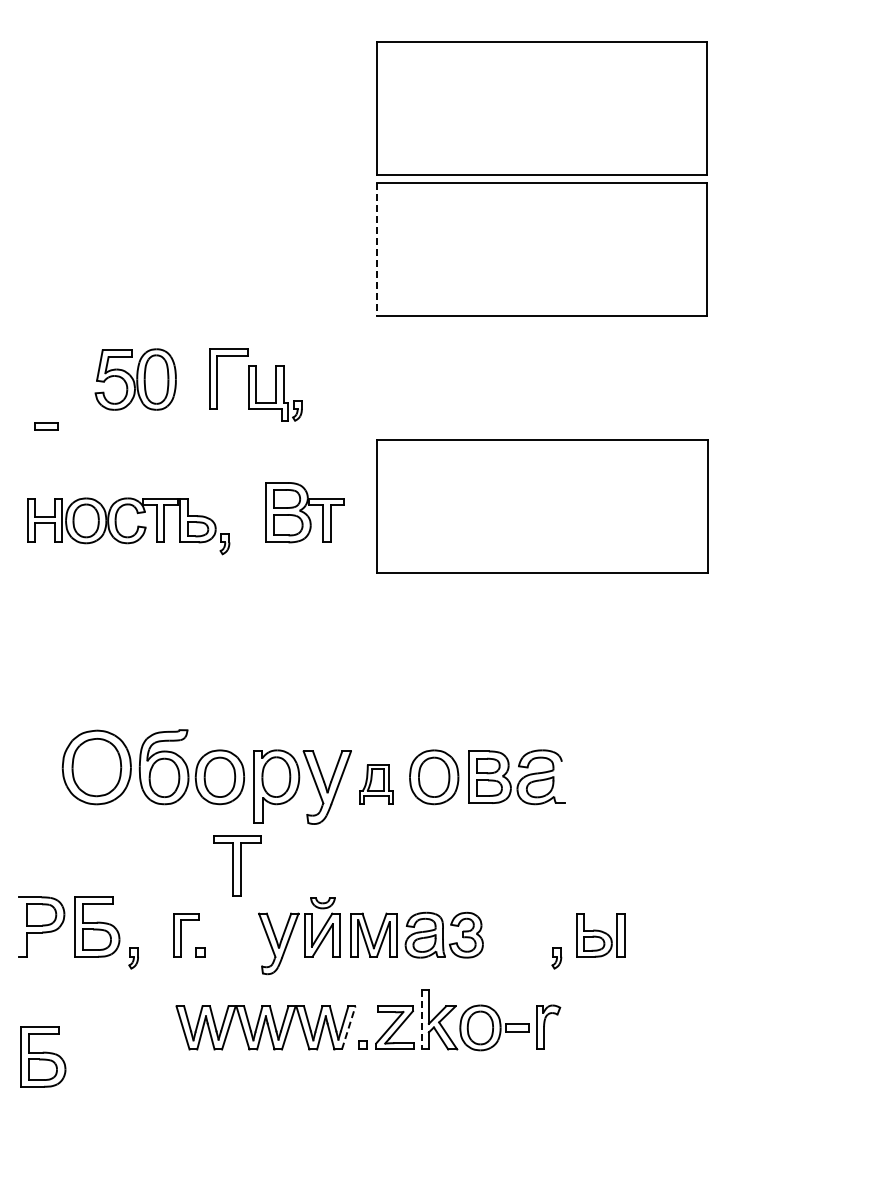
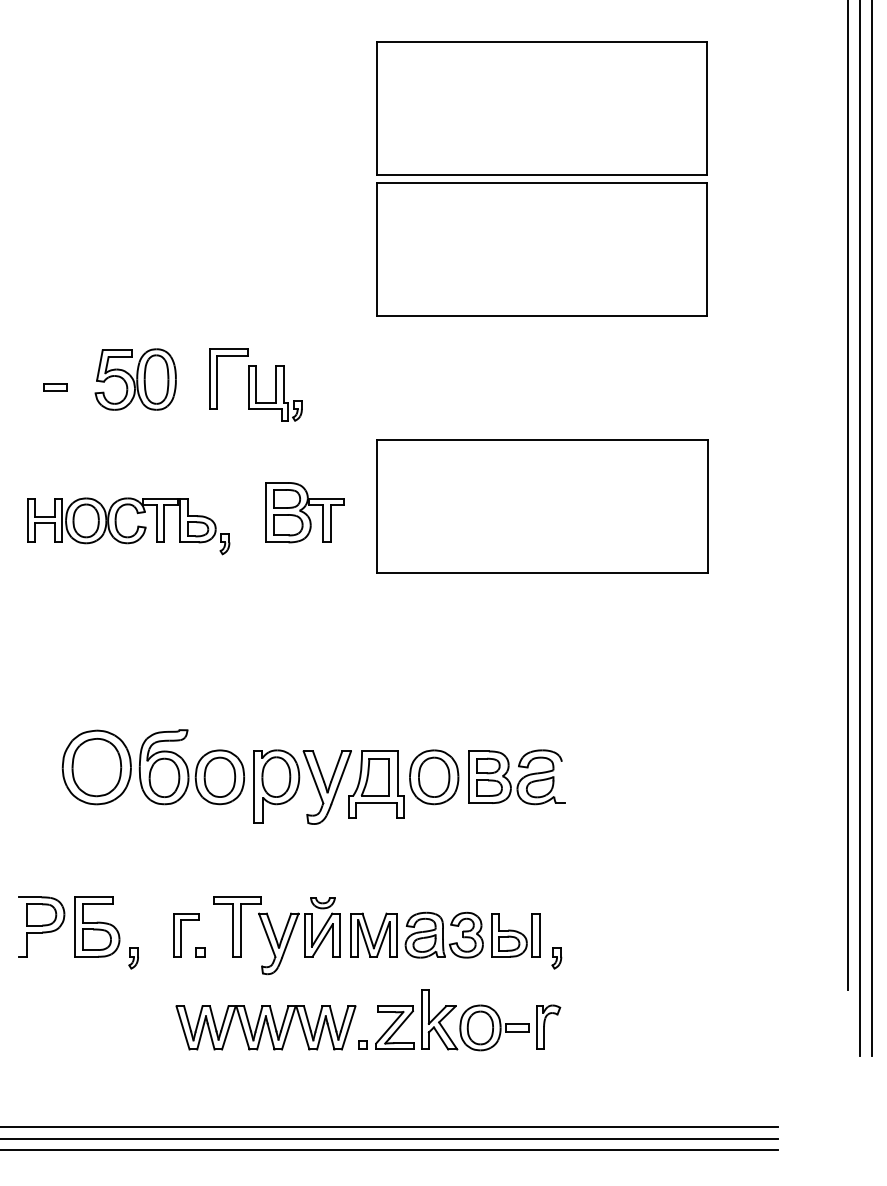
line at (376, 250): dashed -> solid
part at (46, 426) position: (46, 426) -> (55, 387)
line at (848, 496): none -> present
line at (860, 529): none -> present
line at (871, 529): none -> present
part at (376, 784) size: 35x41 px -> 57x69 px
part at (237, 865) position: (237, 865) -> (237, 926)
part at (600, 935) position: (600, 935) -> (515, 935)
line at (421, 1019): dashed -> solid
line at (348, 1027): dashed -> solid
part at (43, 1056): present -> none
line at (389, 1126): none -> present
line at (389, 1138): none -> present
line at (389, 1150): none -> present
